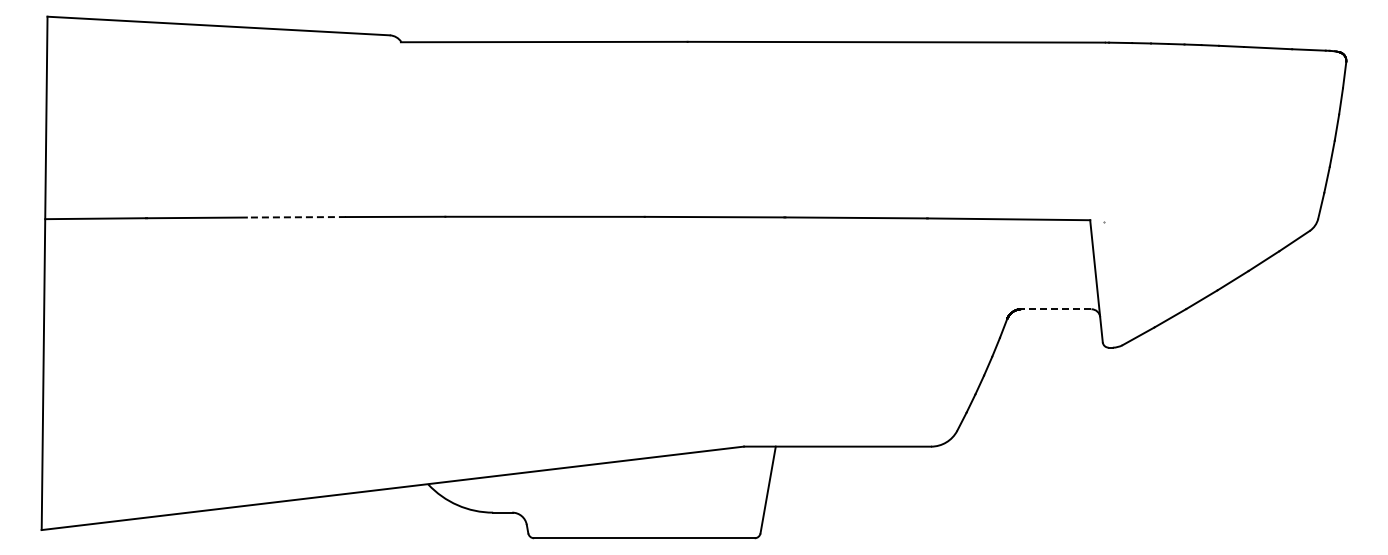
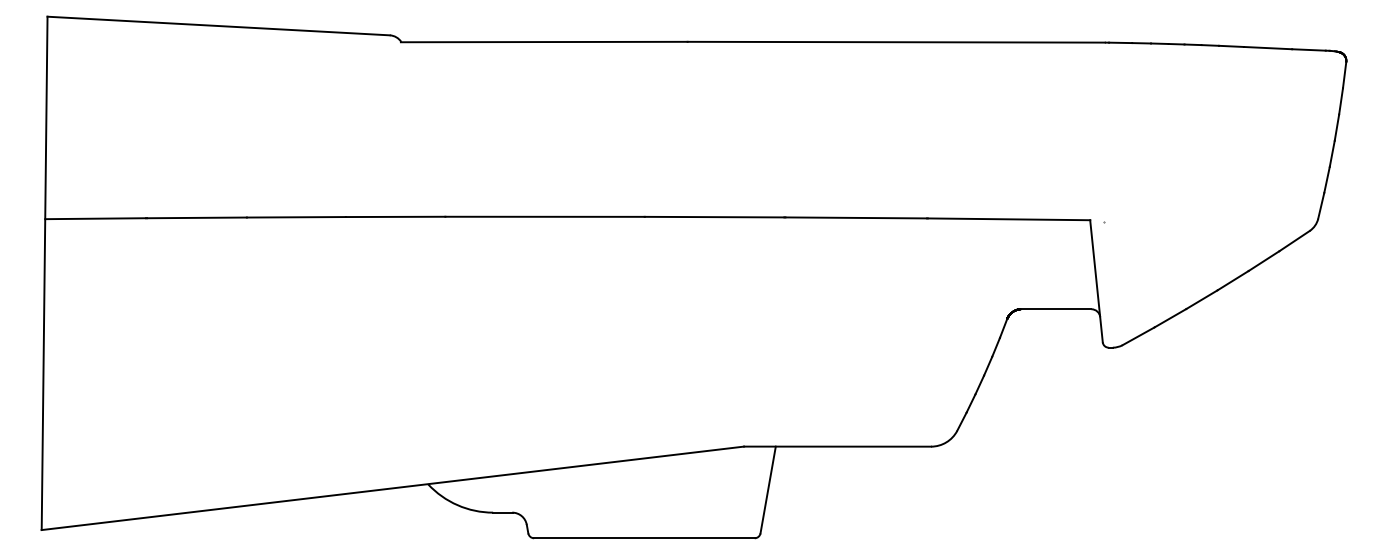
line at (296, 217): dashed -> solid
line at (1055, 309): dashed -> solid
